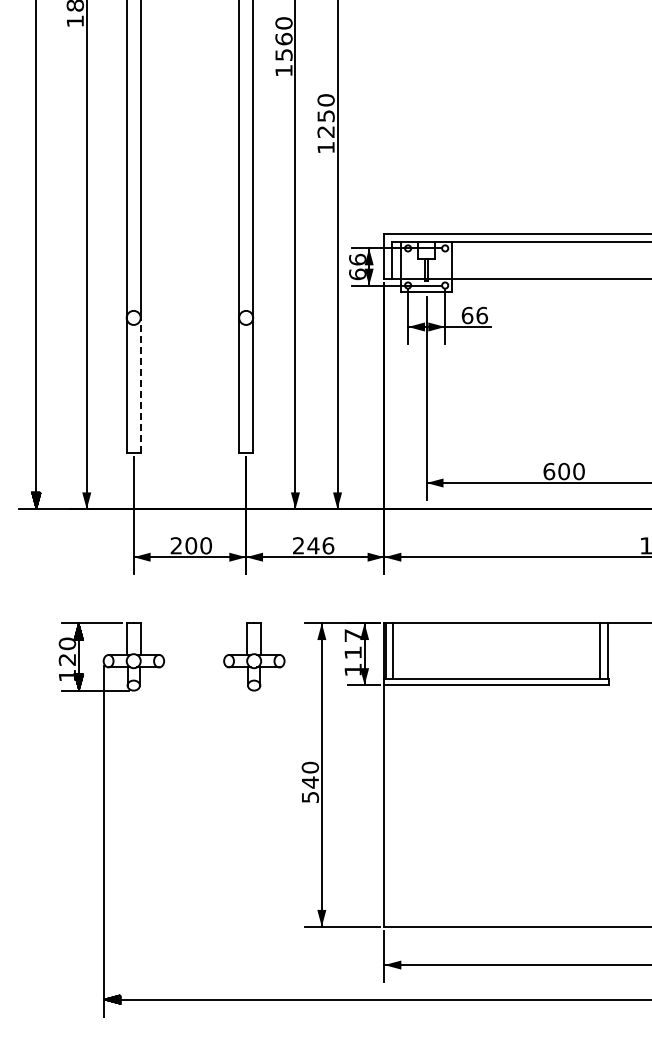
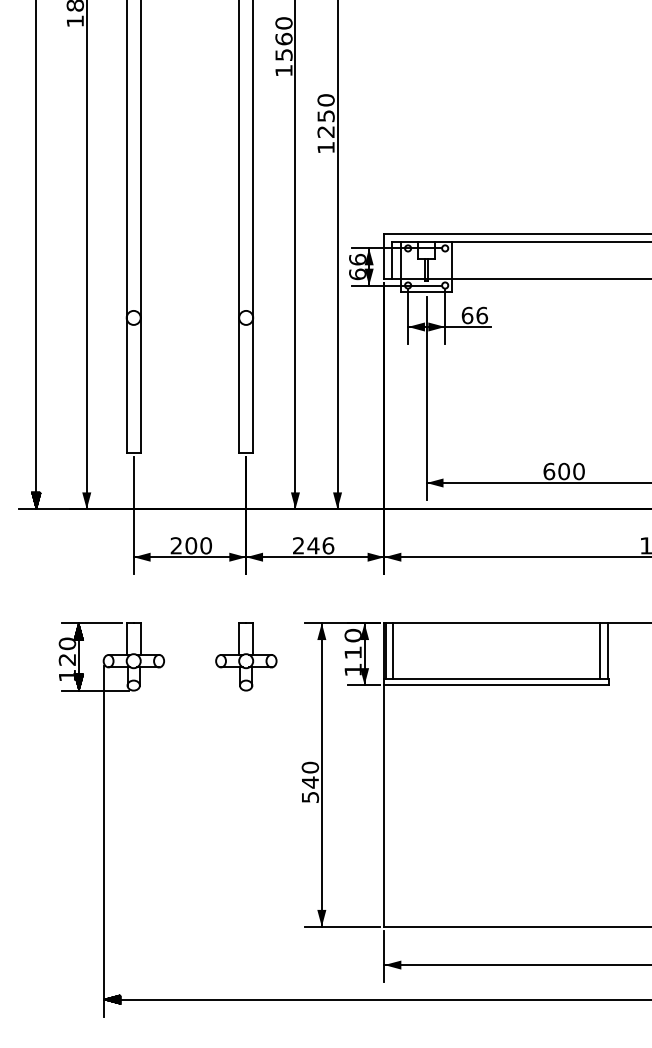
line at (140, 384): dashed -> solid
text at (352, 635): 117 -> 110
part at (254, 656) position: (254, 656) -> (246, 656)
